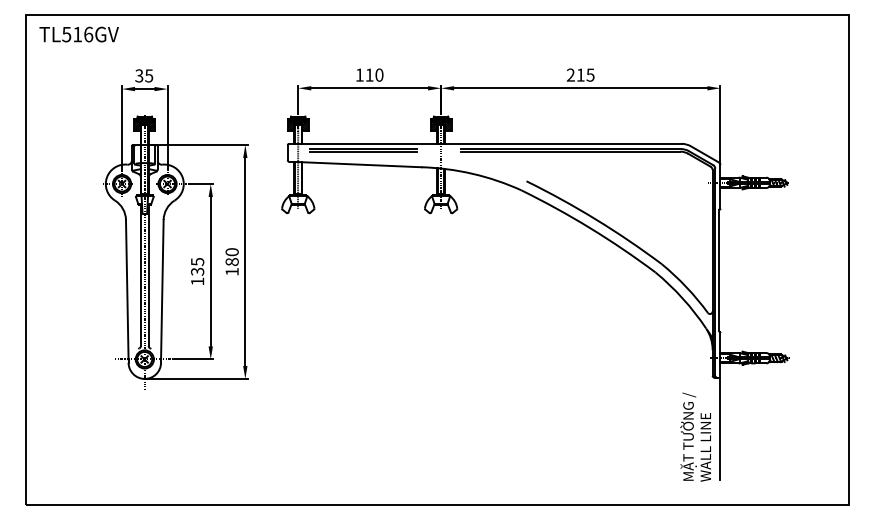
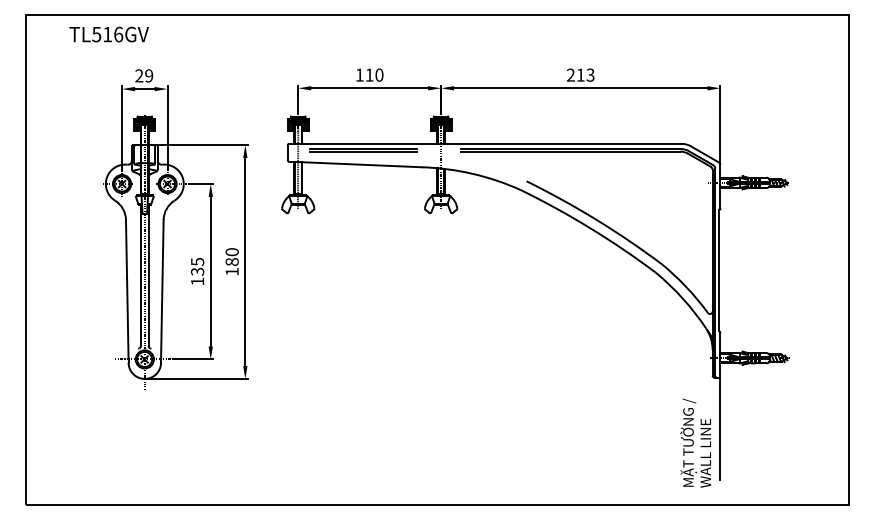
text at (78, 34) position: (78, 34) -> (108, 34)
text at (590, 74): 215 -> 213
text at (144, 75): 35 -> 29
text at (695, 436) position: (695, 436) -> (695, 442)
